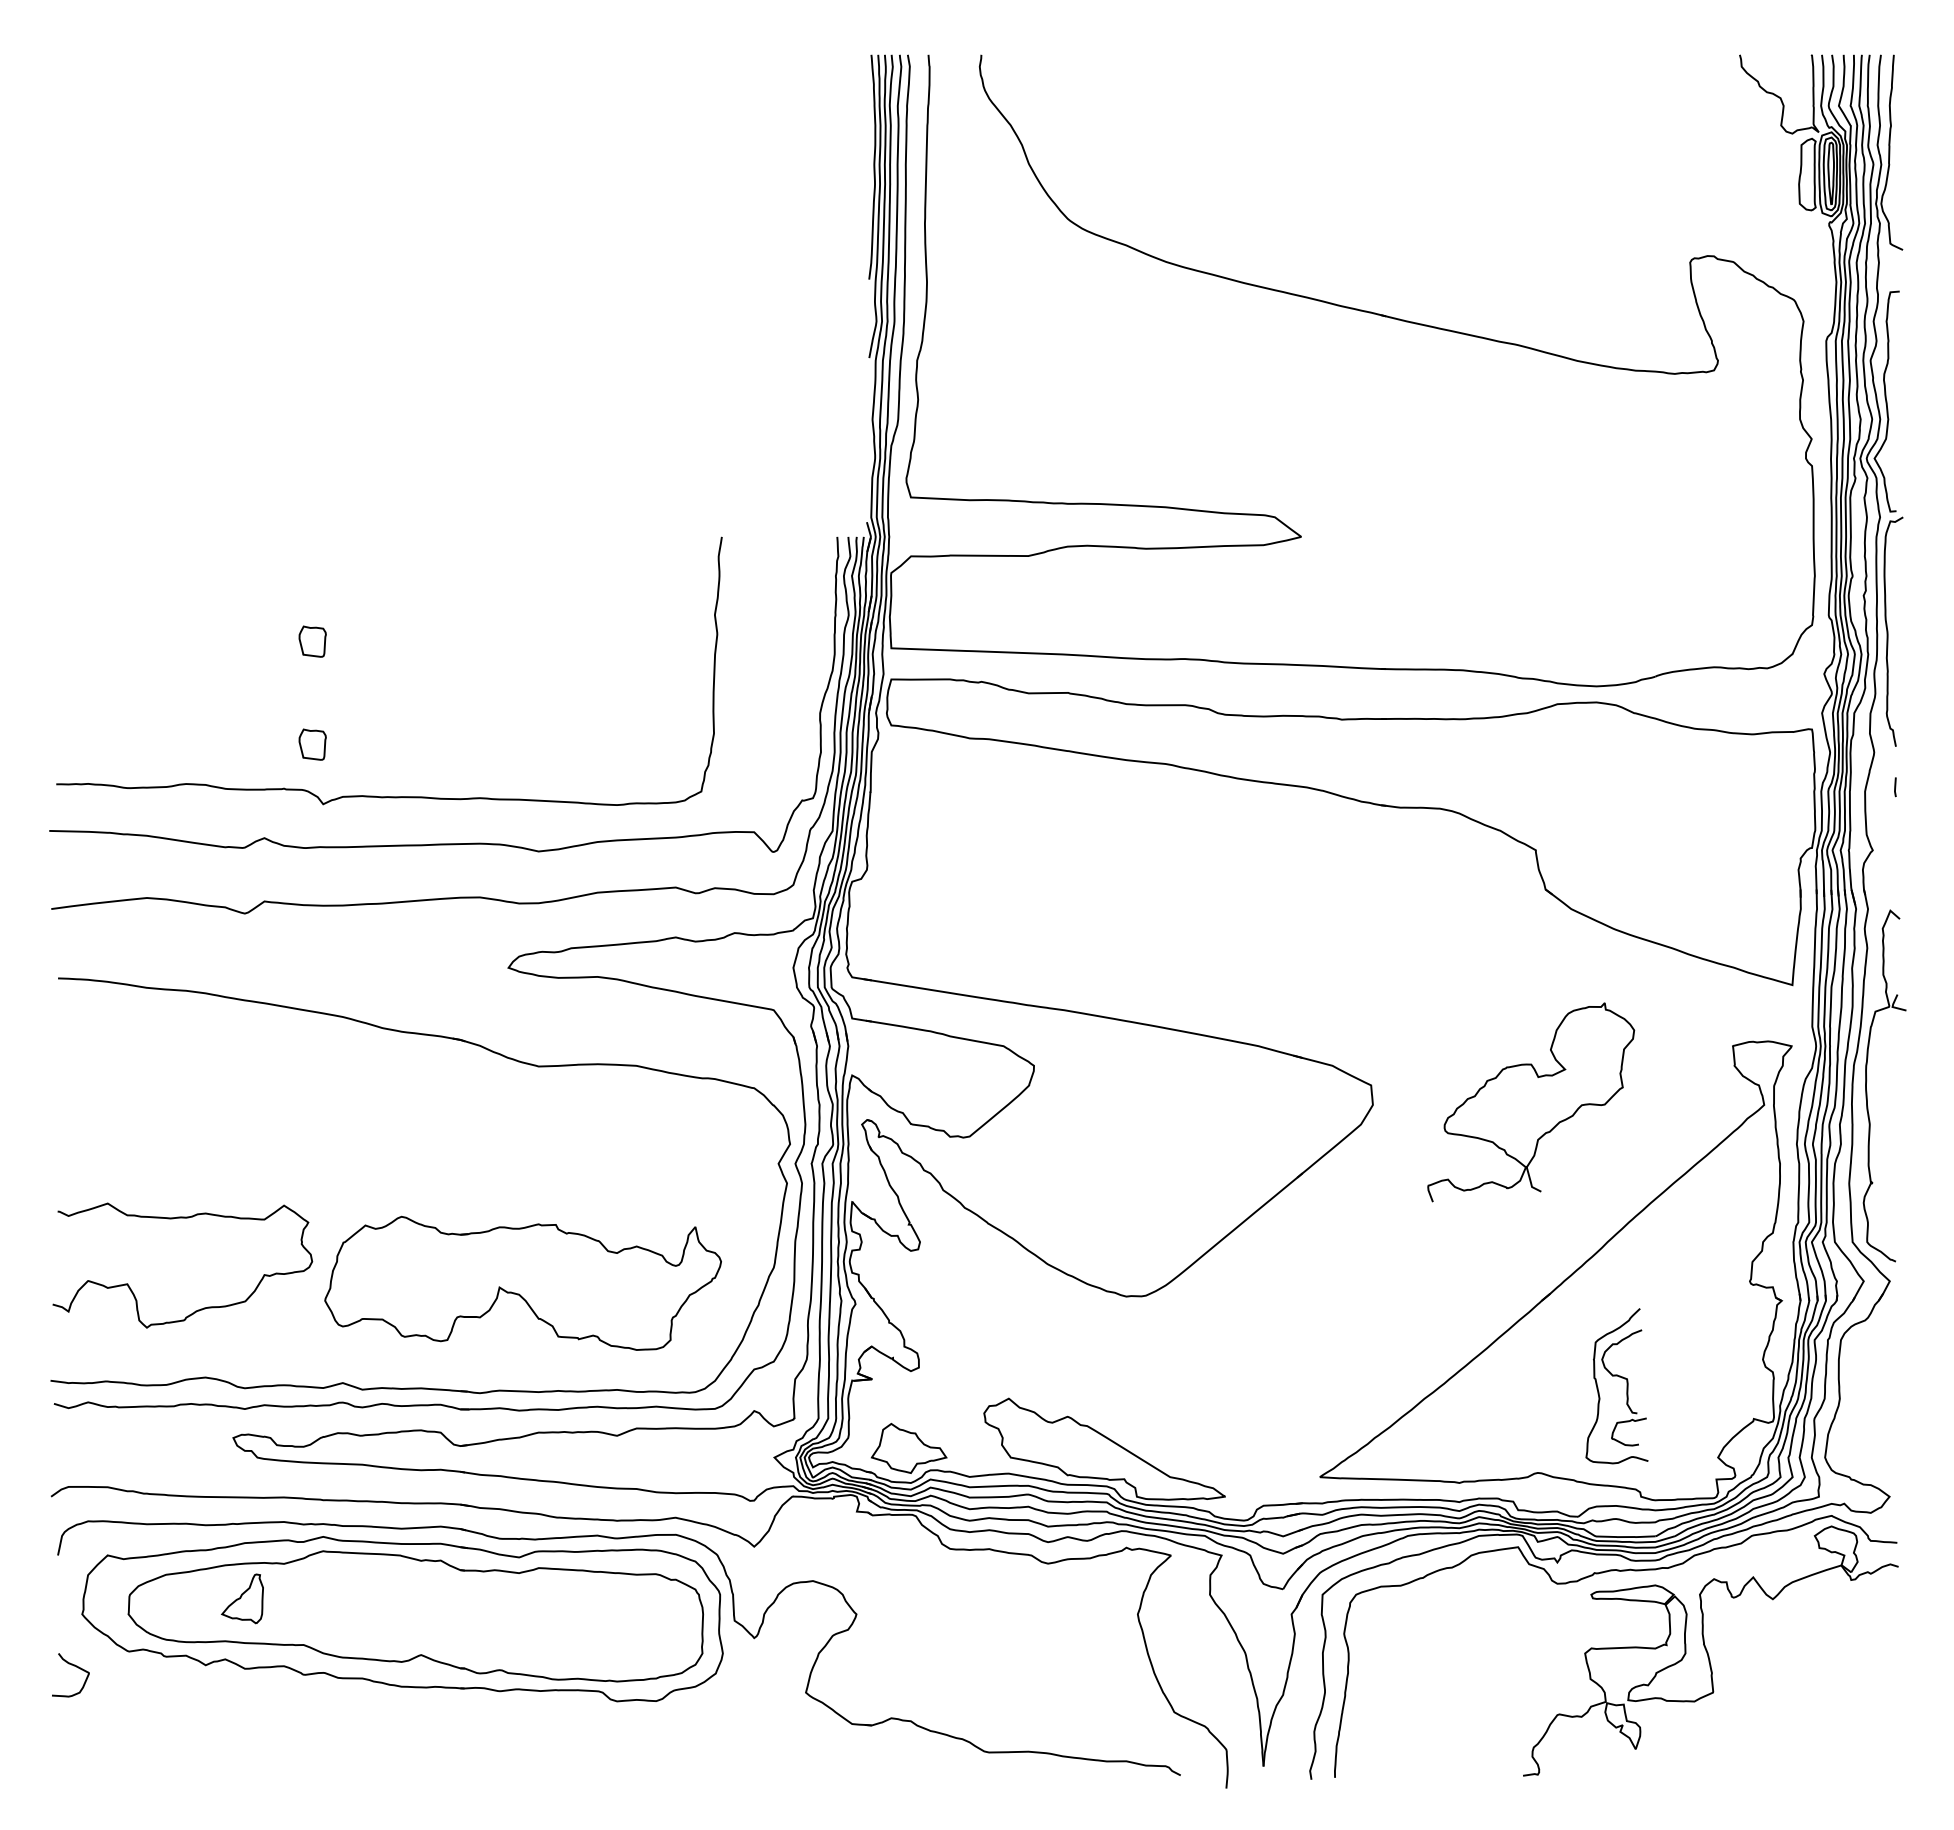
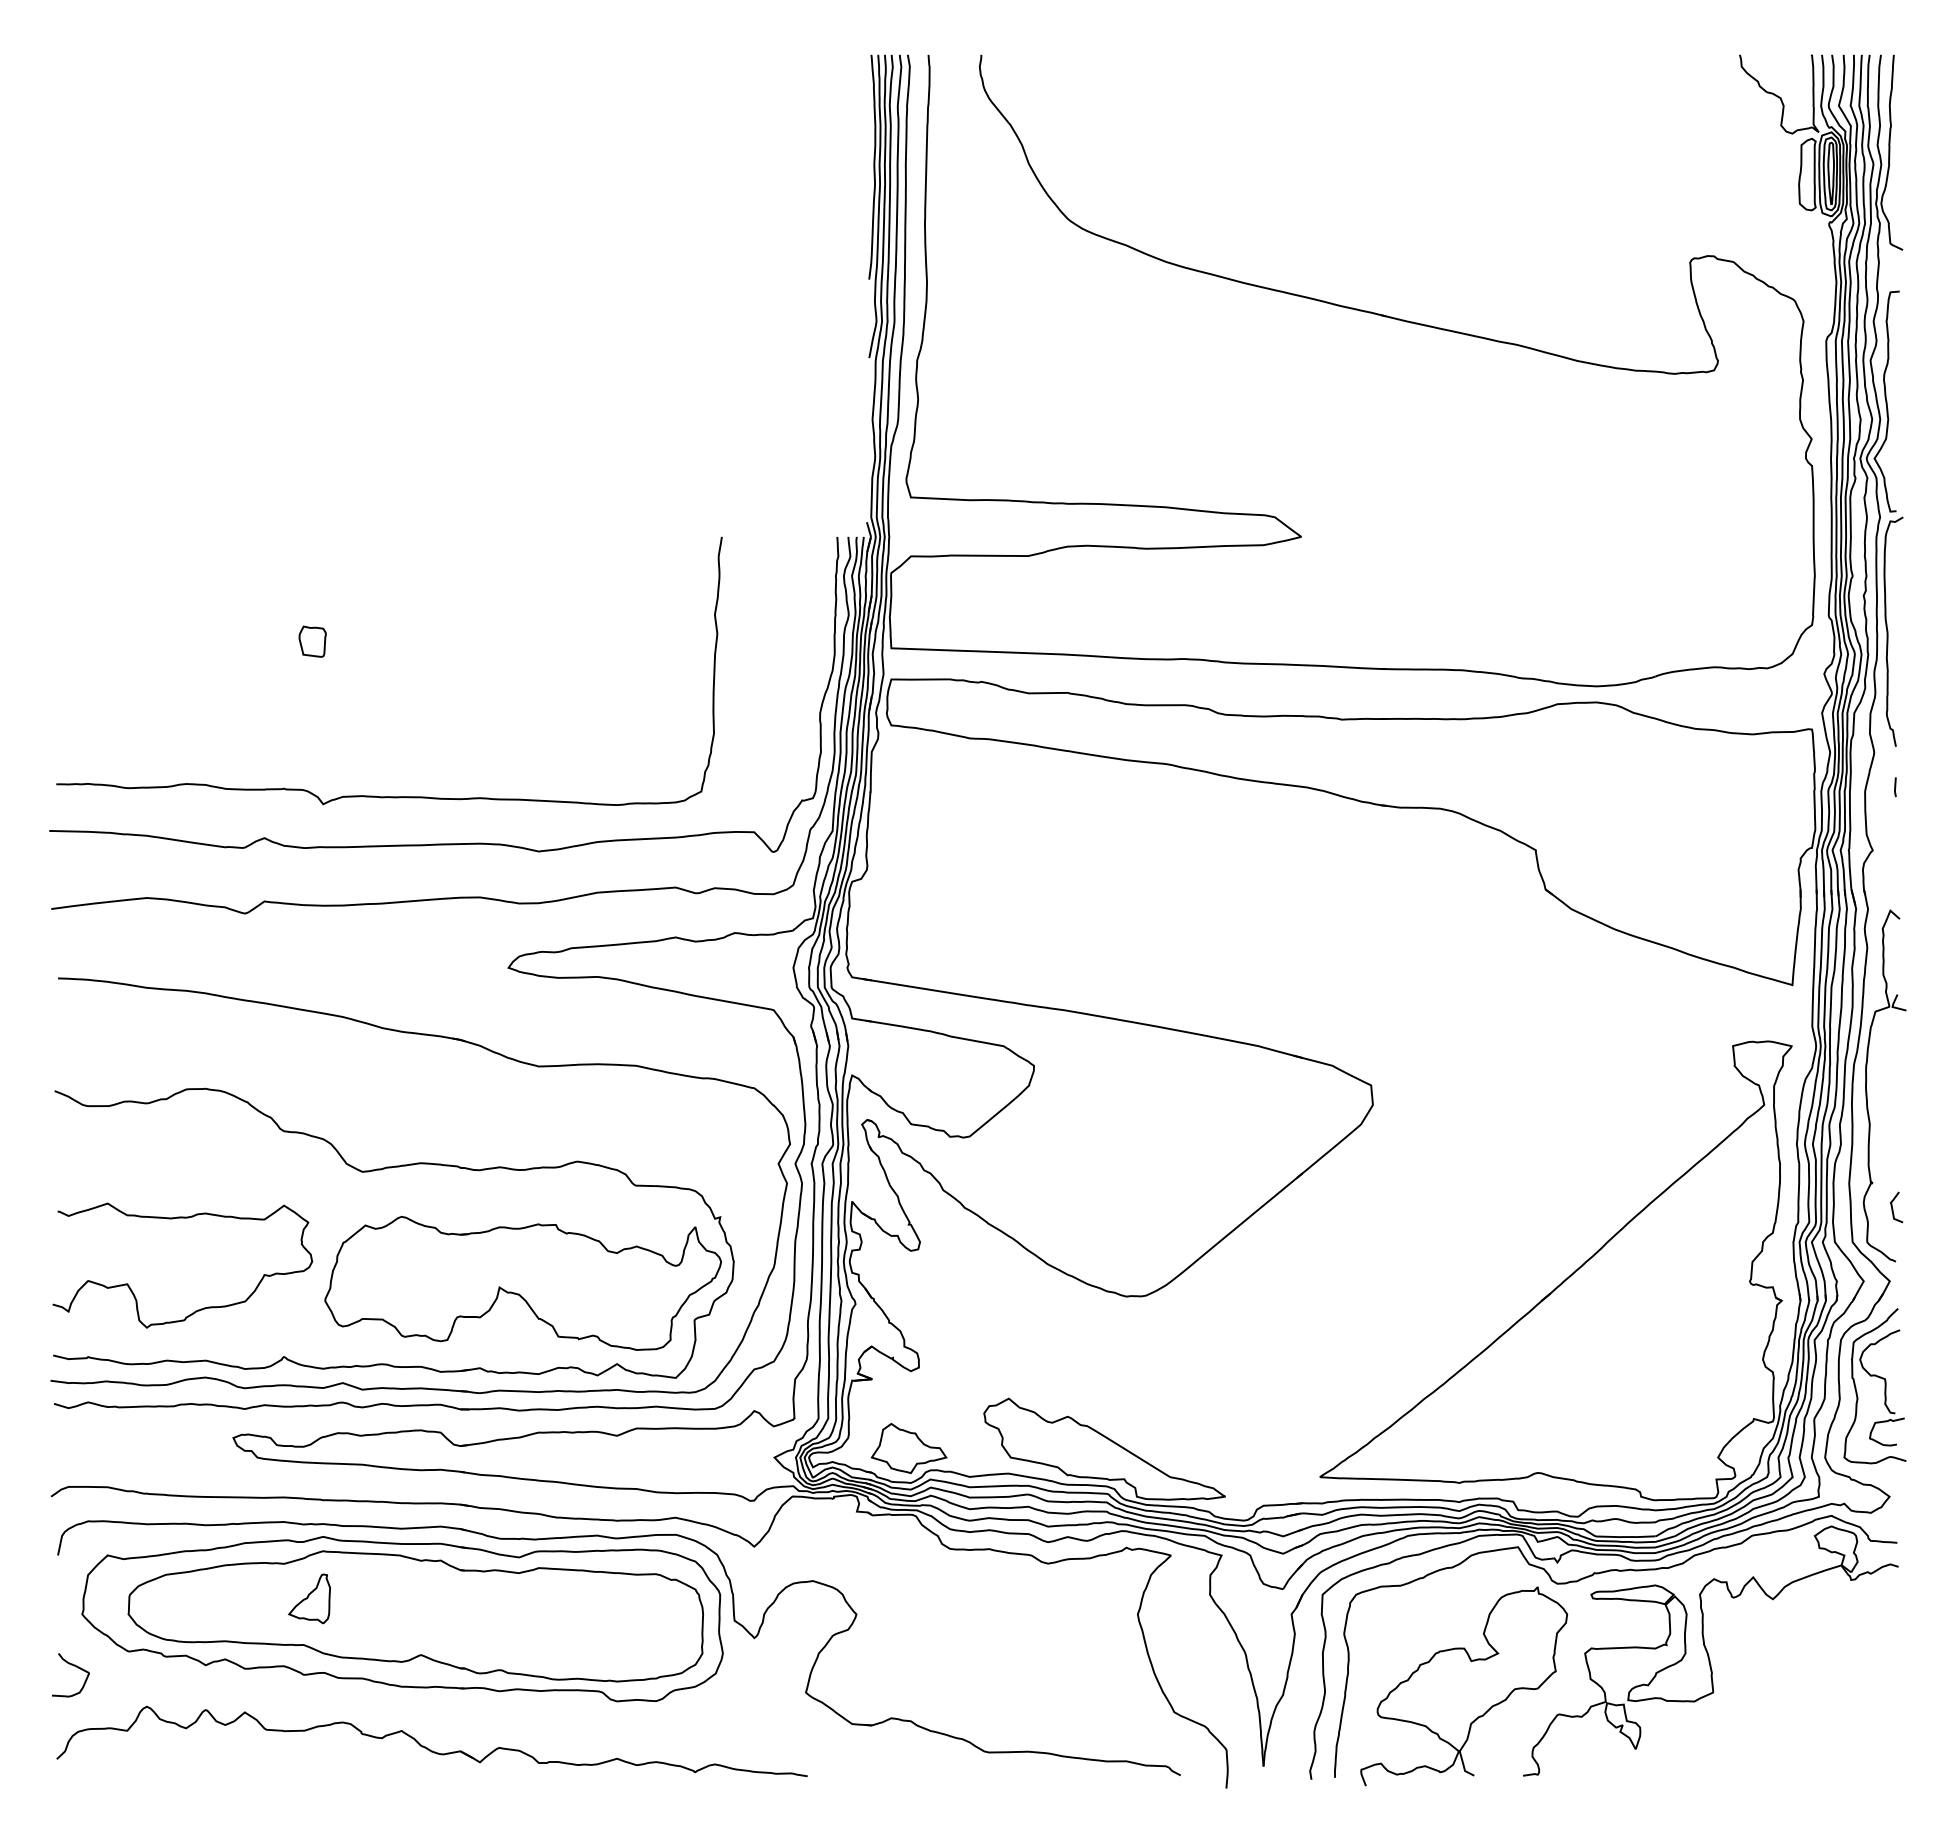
part at (312, 744): present -> none
curve at (1537, 1077) position: (1537, 1077) -> (1470, 1661)
part at (381, 1170): none -> present
curve at (1893, 1208): none -> present
part at (1621, 1378) position: (1621, 1378) -> (1879, 1378)
part at (242, 1598) position: (242, 1598) -> (309, 1598)
part at (427, 1747): none -> present
